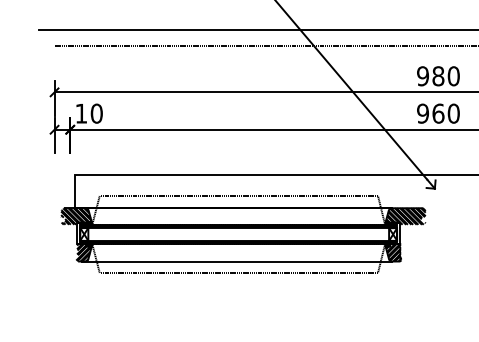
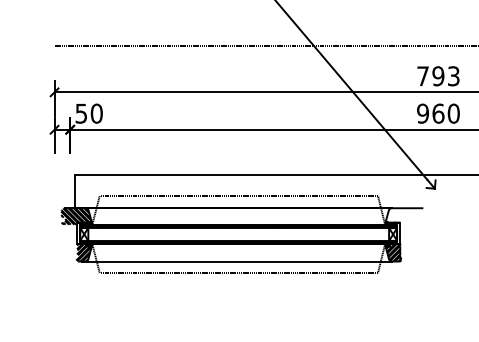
line at (256, 30): present -> none
text at (438, 76): 980 -> 793
text at (80, 113): 10 -> 50
hatch at (405, 216): present -> none
